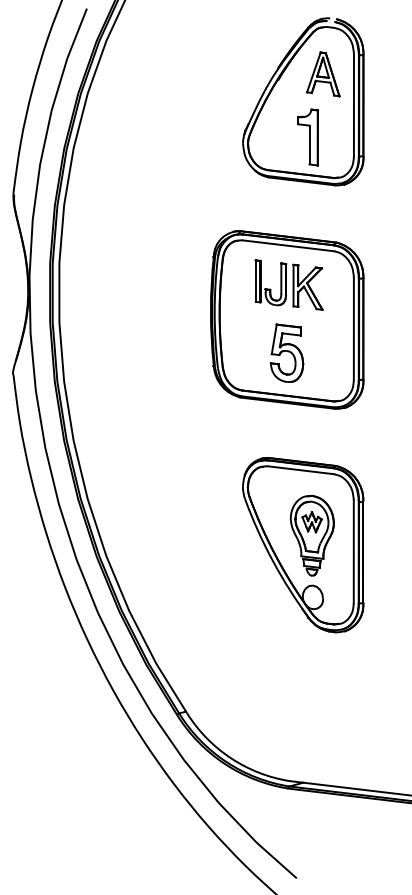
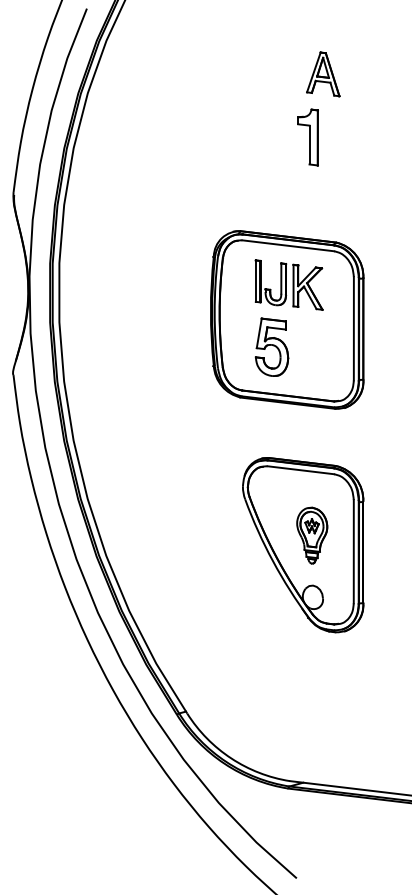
part at (303, 101): present -> none
part at (286, 352) position: (286, 352) -> (271, 346)
part at (311, 535) size: 46x83 px -> 33x59 px
